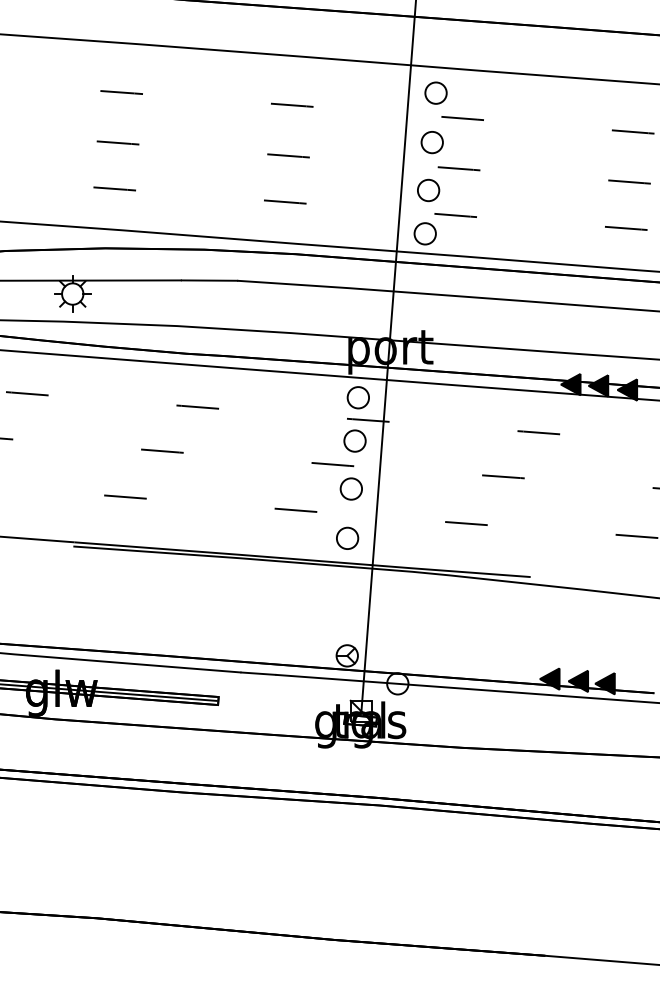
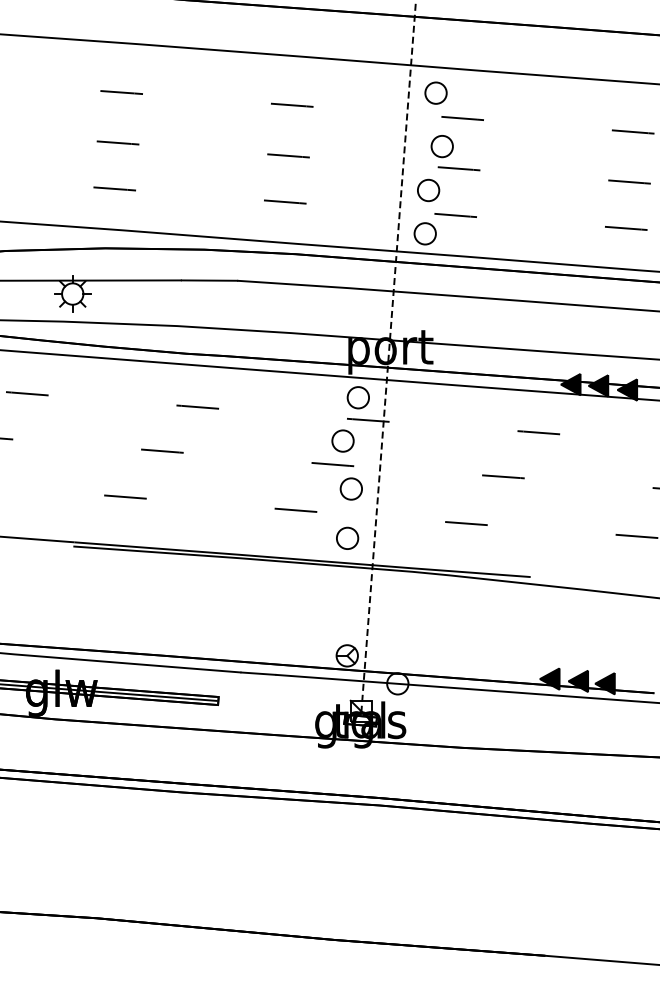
part at (431, 142) position: (431, 142) -> (441, 146)
line at (388, 356): solid -> dashed
part at (354, 440) position: (354, 440) -> (342, 440)
